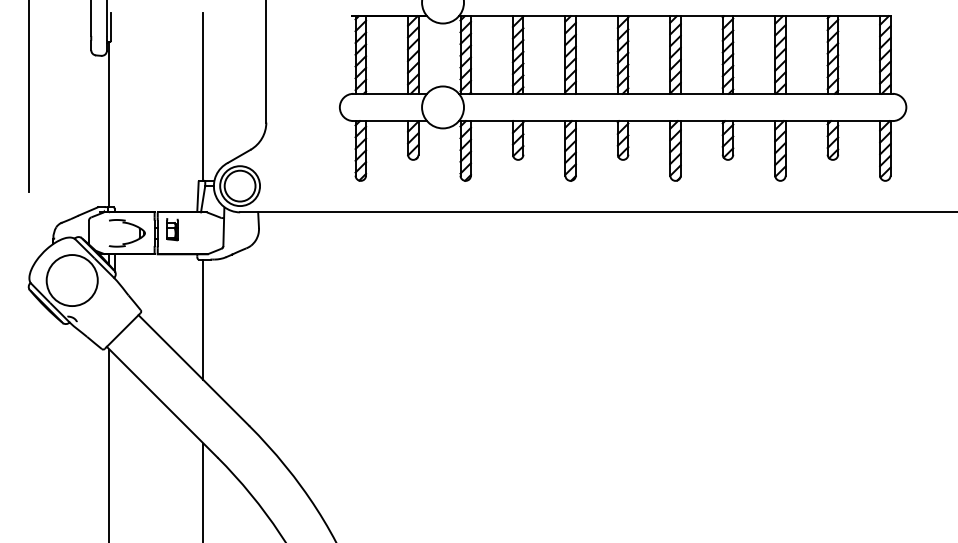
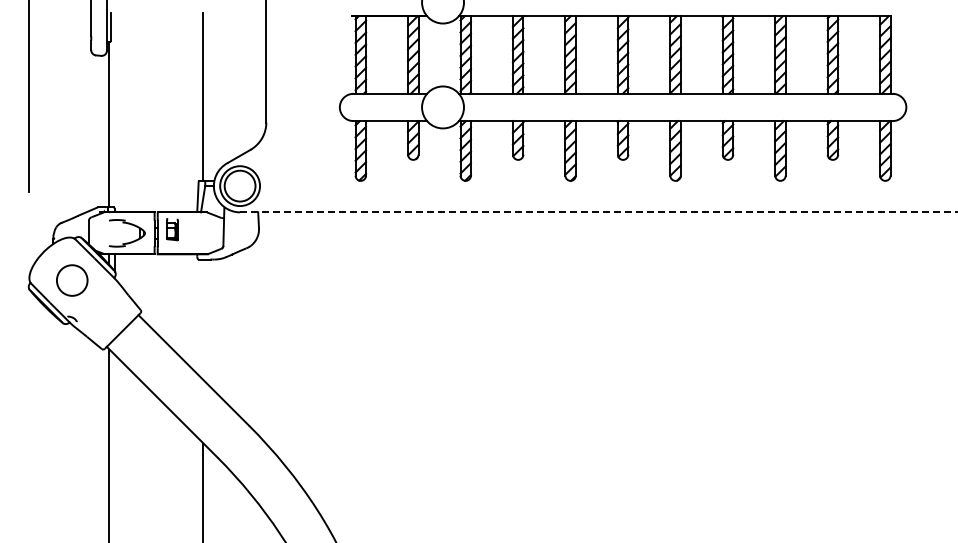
line at (598, 212): solid -> dashed
circle at (71, 280) diameter: 51 px -> 31 px
line at (202, 319): present -> none
